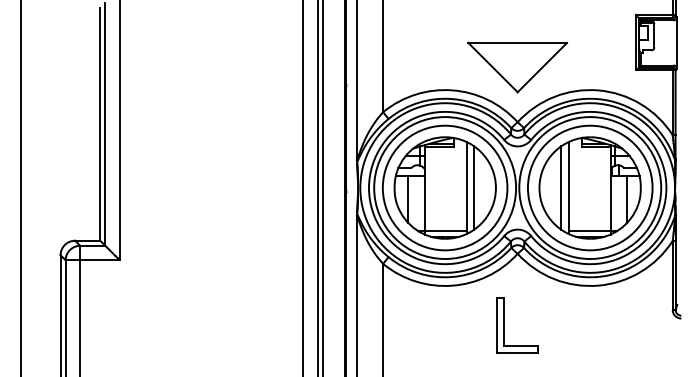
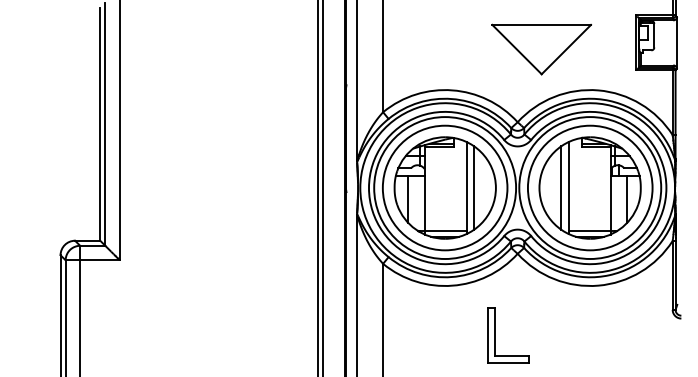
part at (517, 67) position: (517, 67) -> (541, 49)
line at (20, 187): present -> none
line at (303, 187): present -> none
part at (504, 325) position: (504, 325) -> (495, 335)
